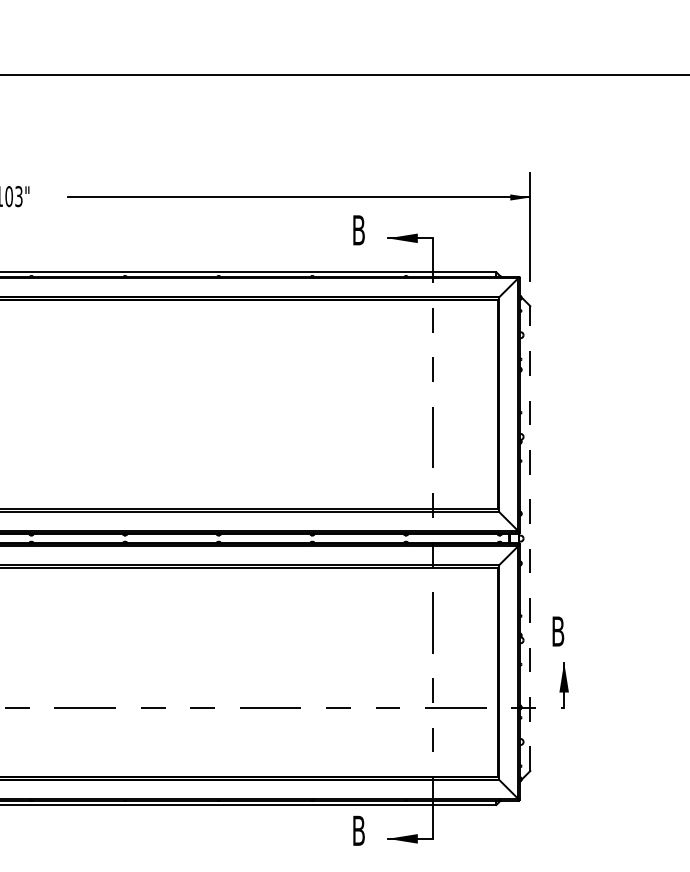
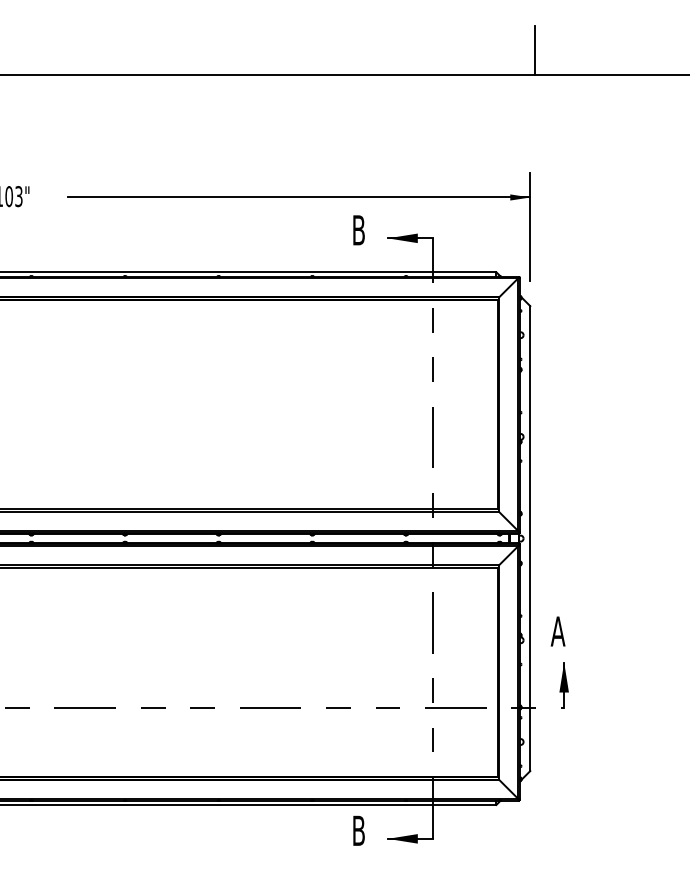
line at (535, 50): none -> present
line at (530, 538): dashed -> solid
text at (557, 631): B -> A
